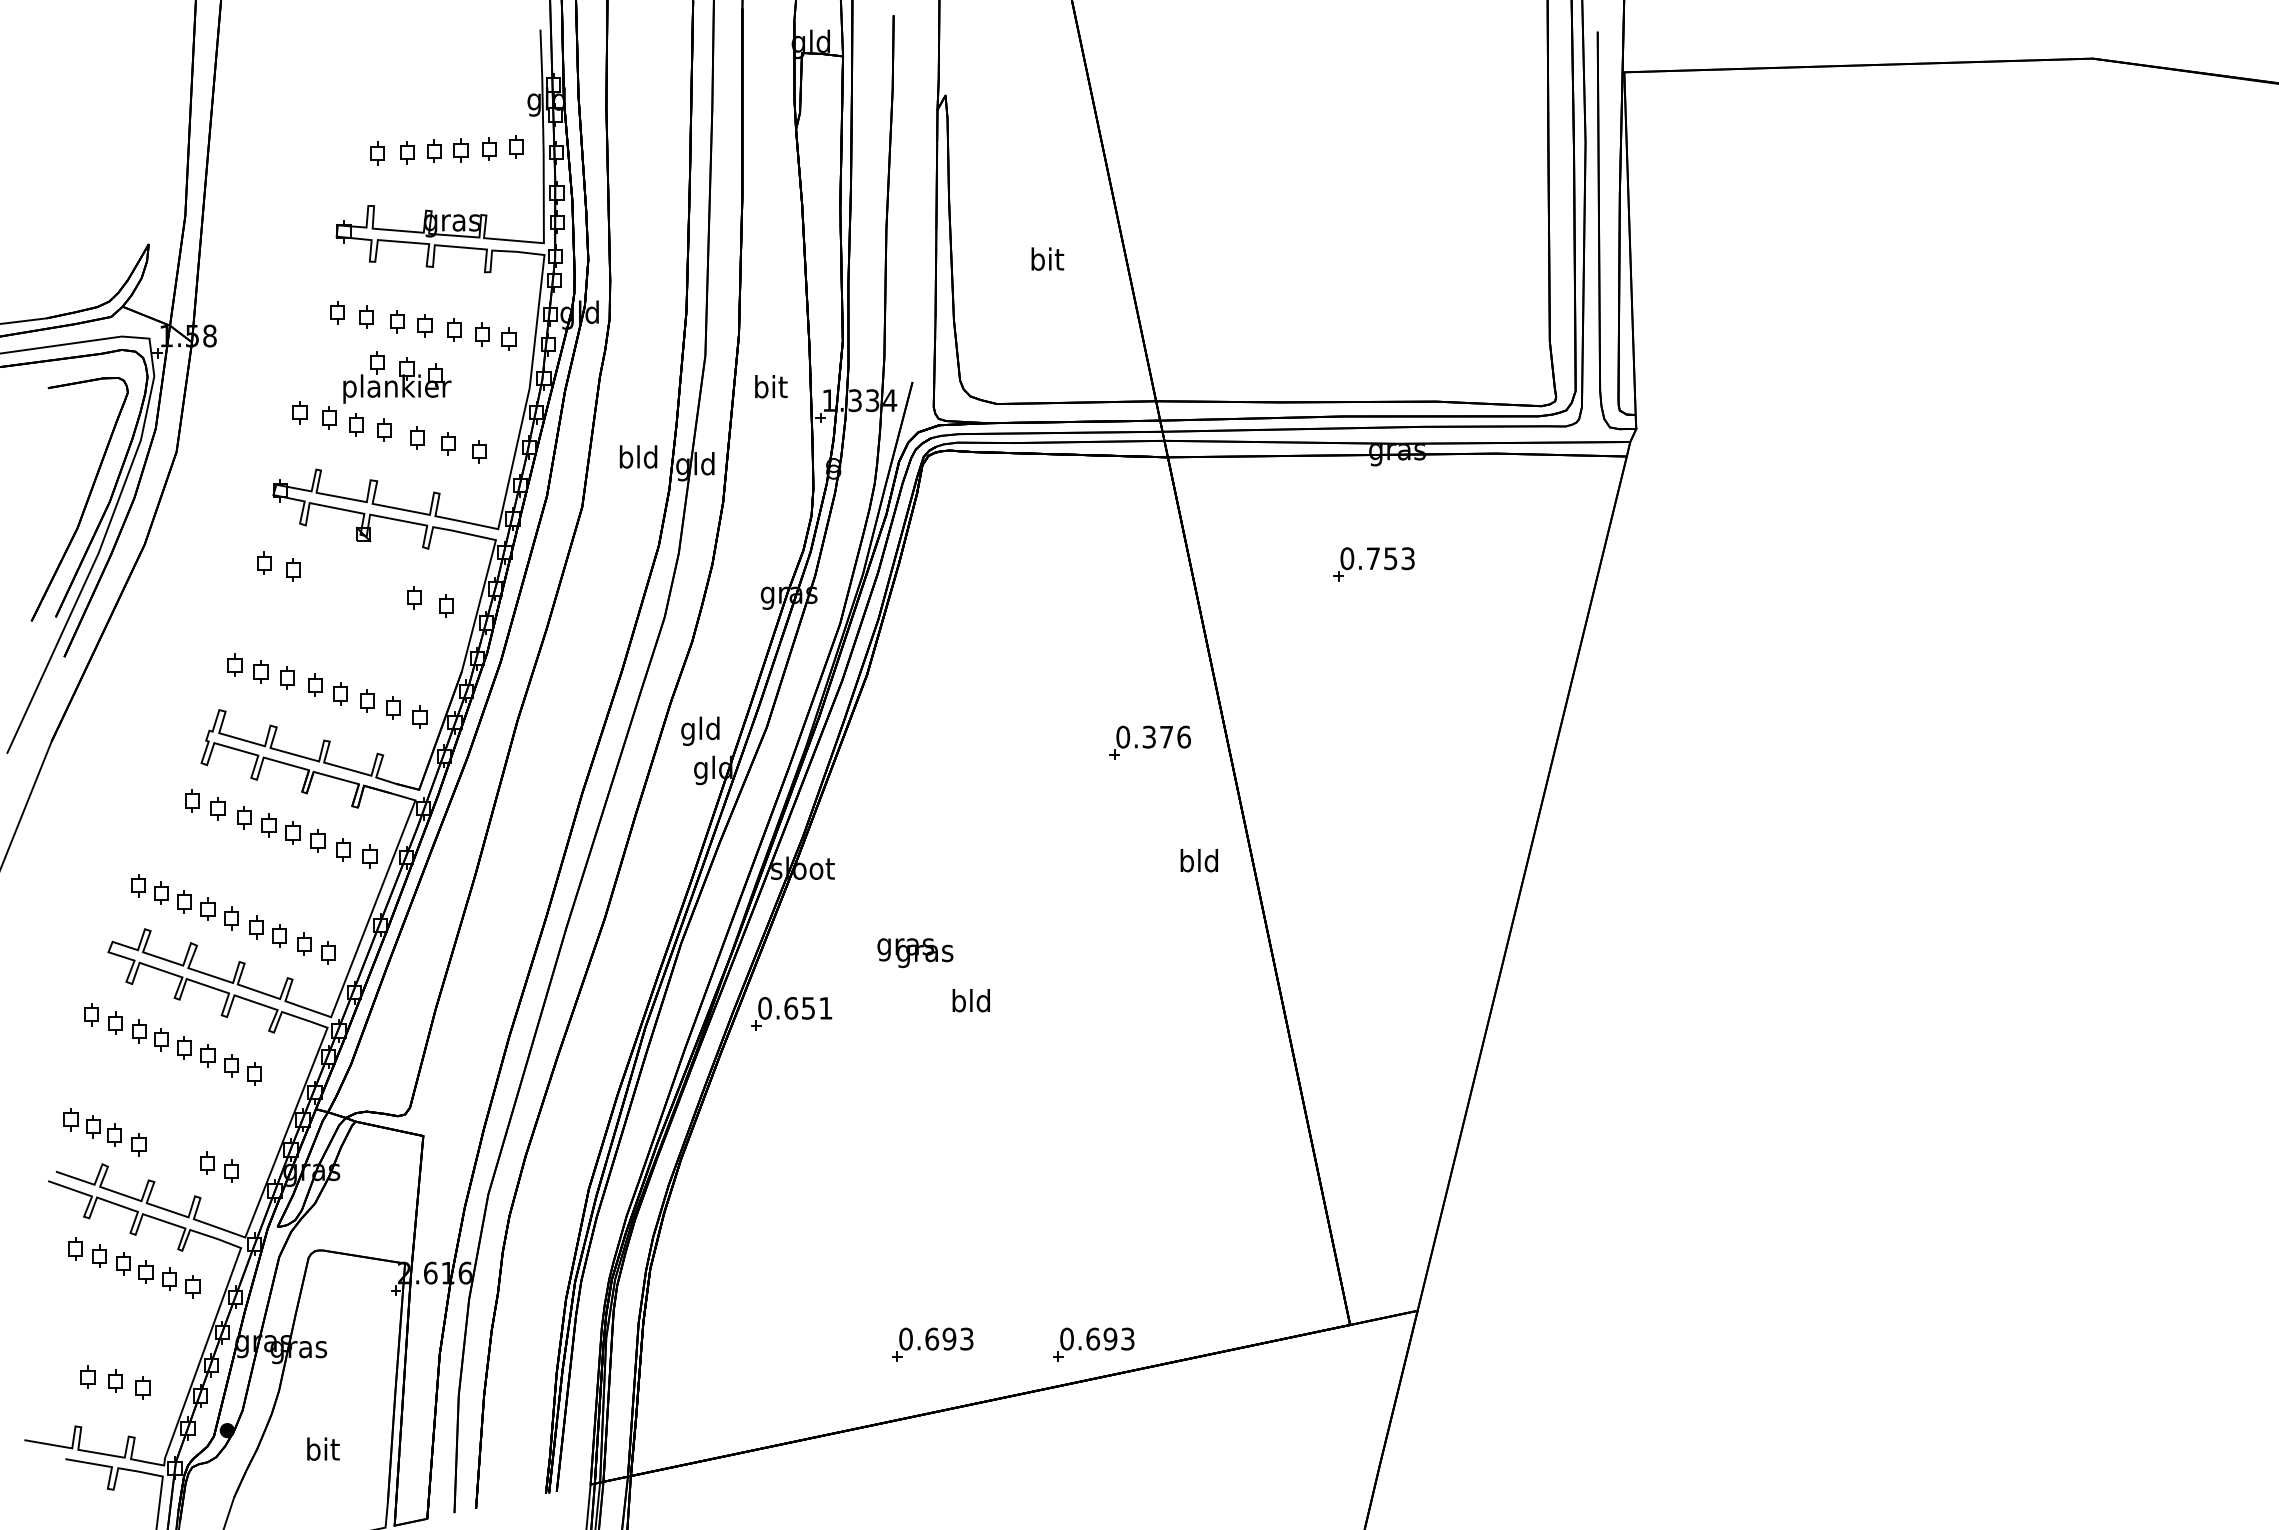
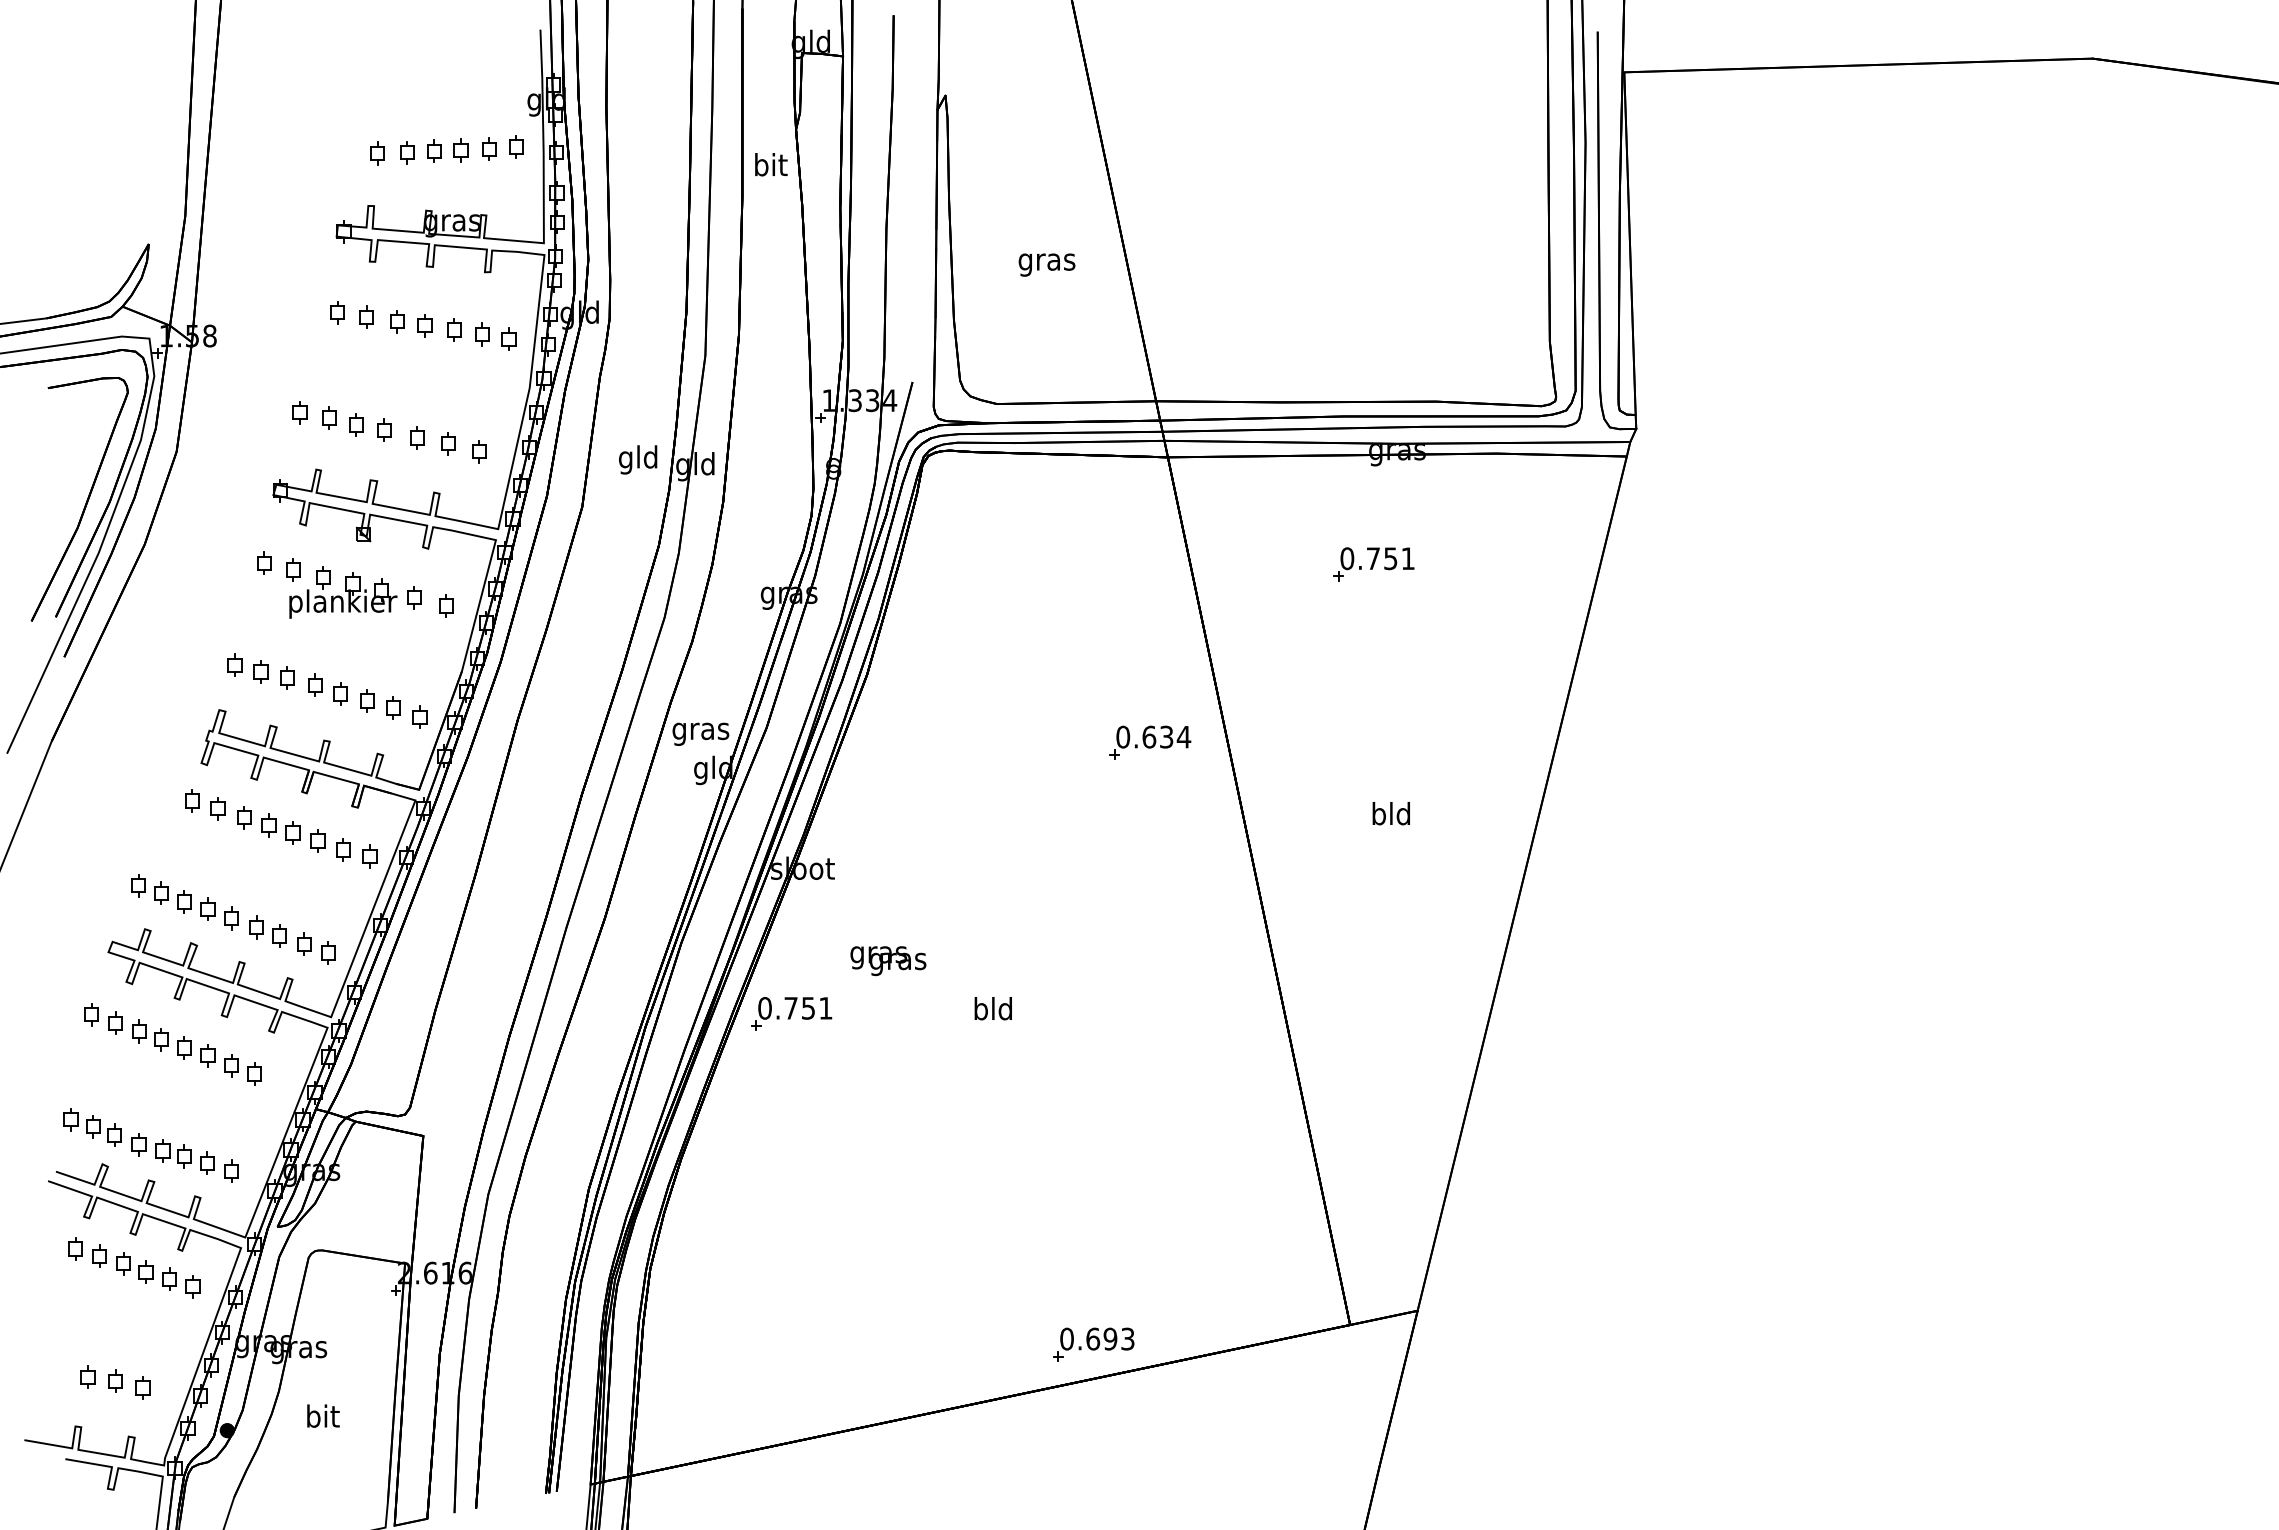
text at (1046, 261): bit -> gras
part at (397, 377) position: (397, 377) -> (343, 592)
text at (771, 386) position: (771, 386) -> (771, 164)
text at (626, 459): bld -> gld
text at (1407, 558): 0.753 -> 0.751
text at (700, 730): gld -> gras
text at (1166, 736): 0.376 -> 0.634
text at (1198, 860) position: (1198, 860) -> (1390, 813)
text at (915, 953) position: (915, 953) -> (888, 961)
text at (970, 1000) position: (970, 1000) -> (992, 1008)
text at (791, 1008): 0.651 -> 0.751
part at (173, 1153): none -> present
part at (932, 1344): present -> none
text at (323, 1448) position: (323, 1448) -> (323, 1415)
